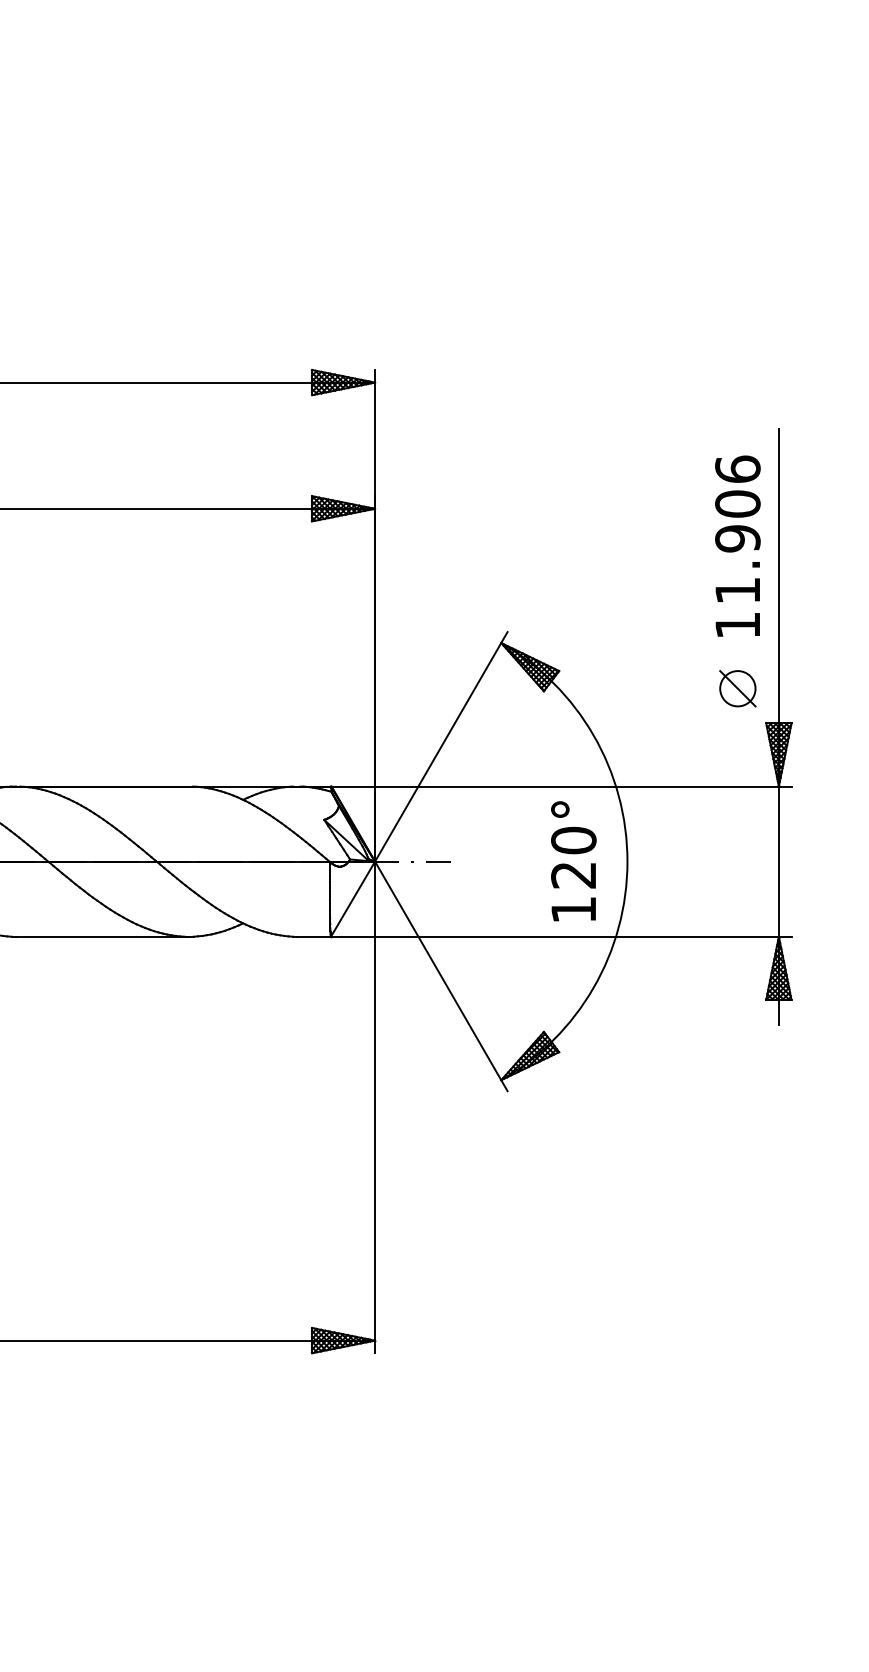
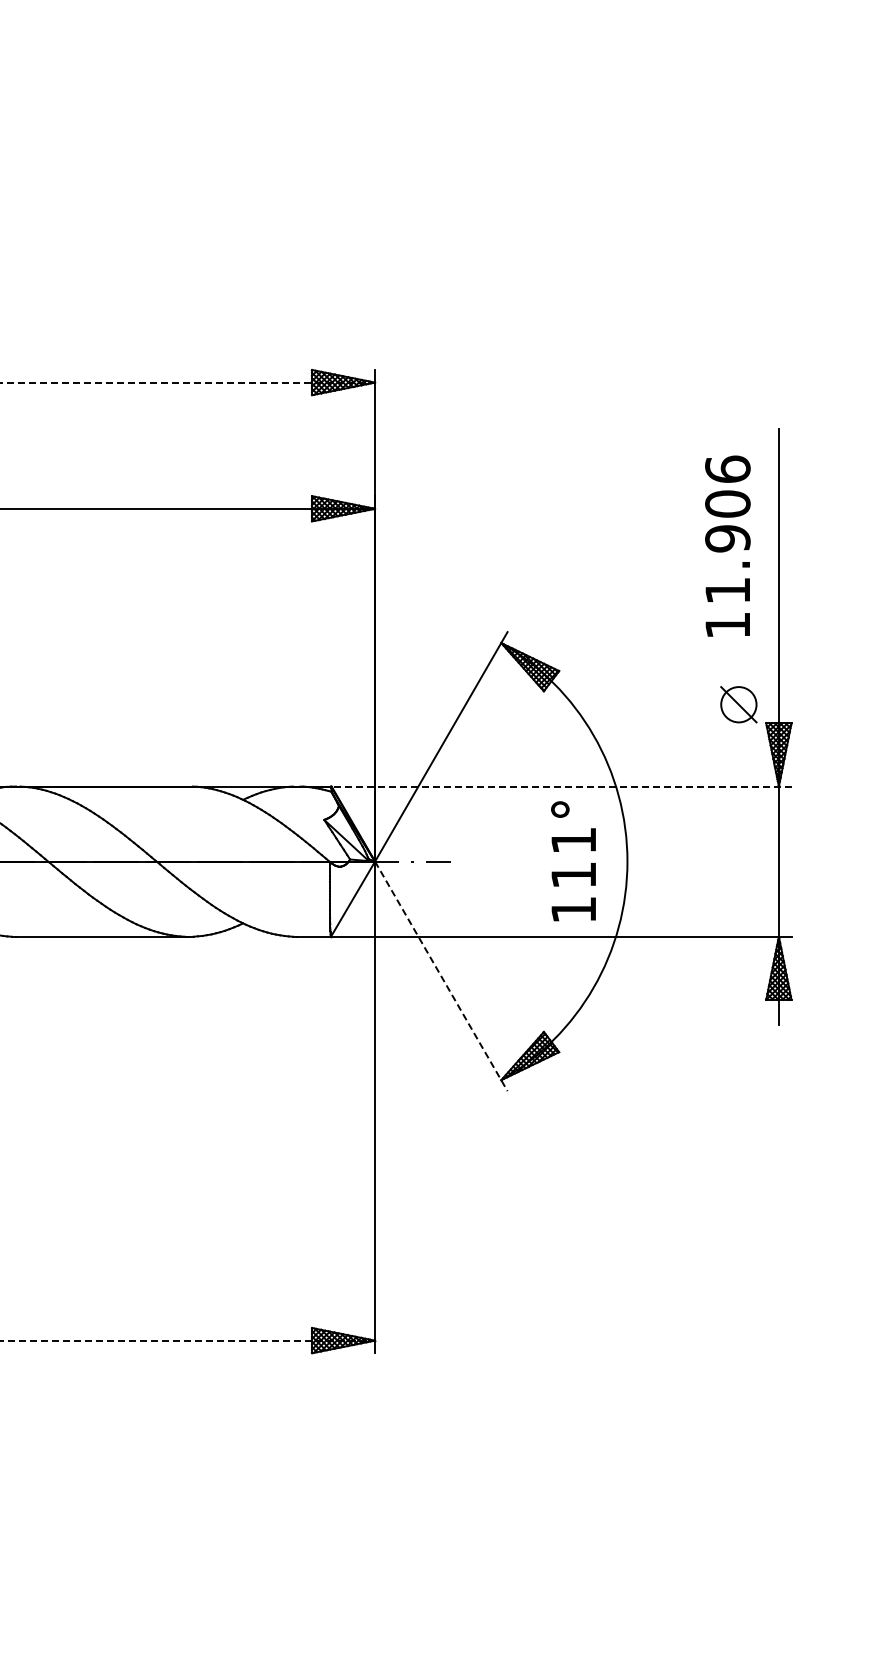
line at (188, 382): solid -> dashed
text at (737, 545) position: (737, 545) -> (727, 545)
part at (737, 688) position: (737, 688) -> (738, 704)
line at (561, 786): solid -> dashed
text at (573, 857): 120° -> 111°
line at (441, 976): solid -> dashed
line at (188, 1340): solid -> dashed
